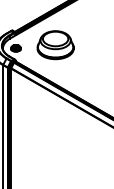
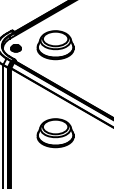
part at (55, 133): none -> present
